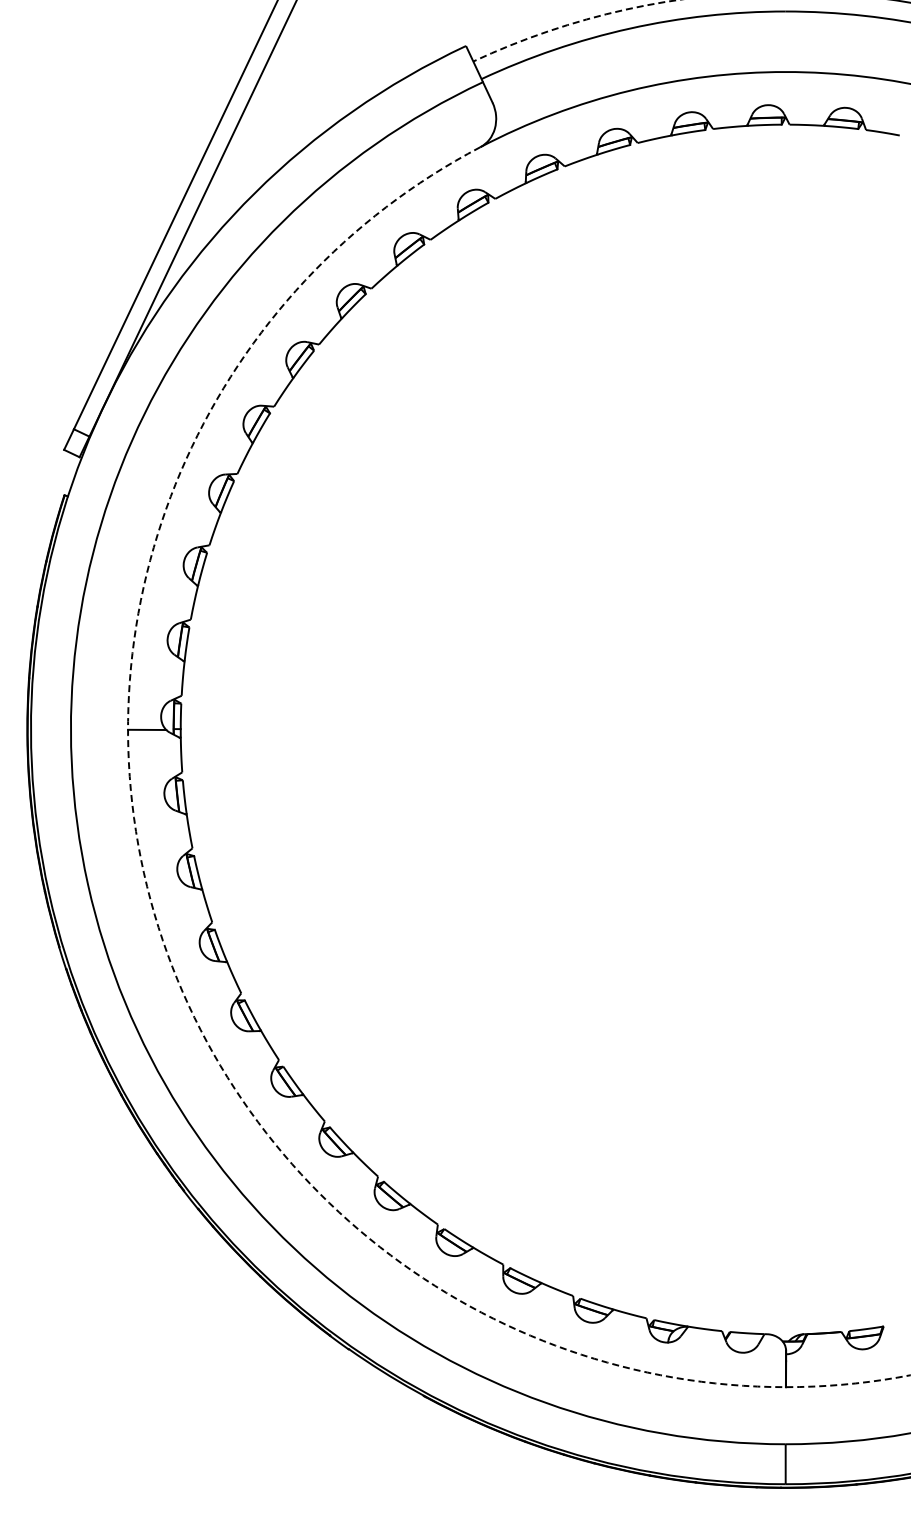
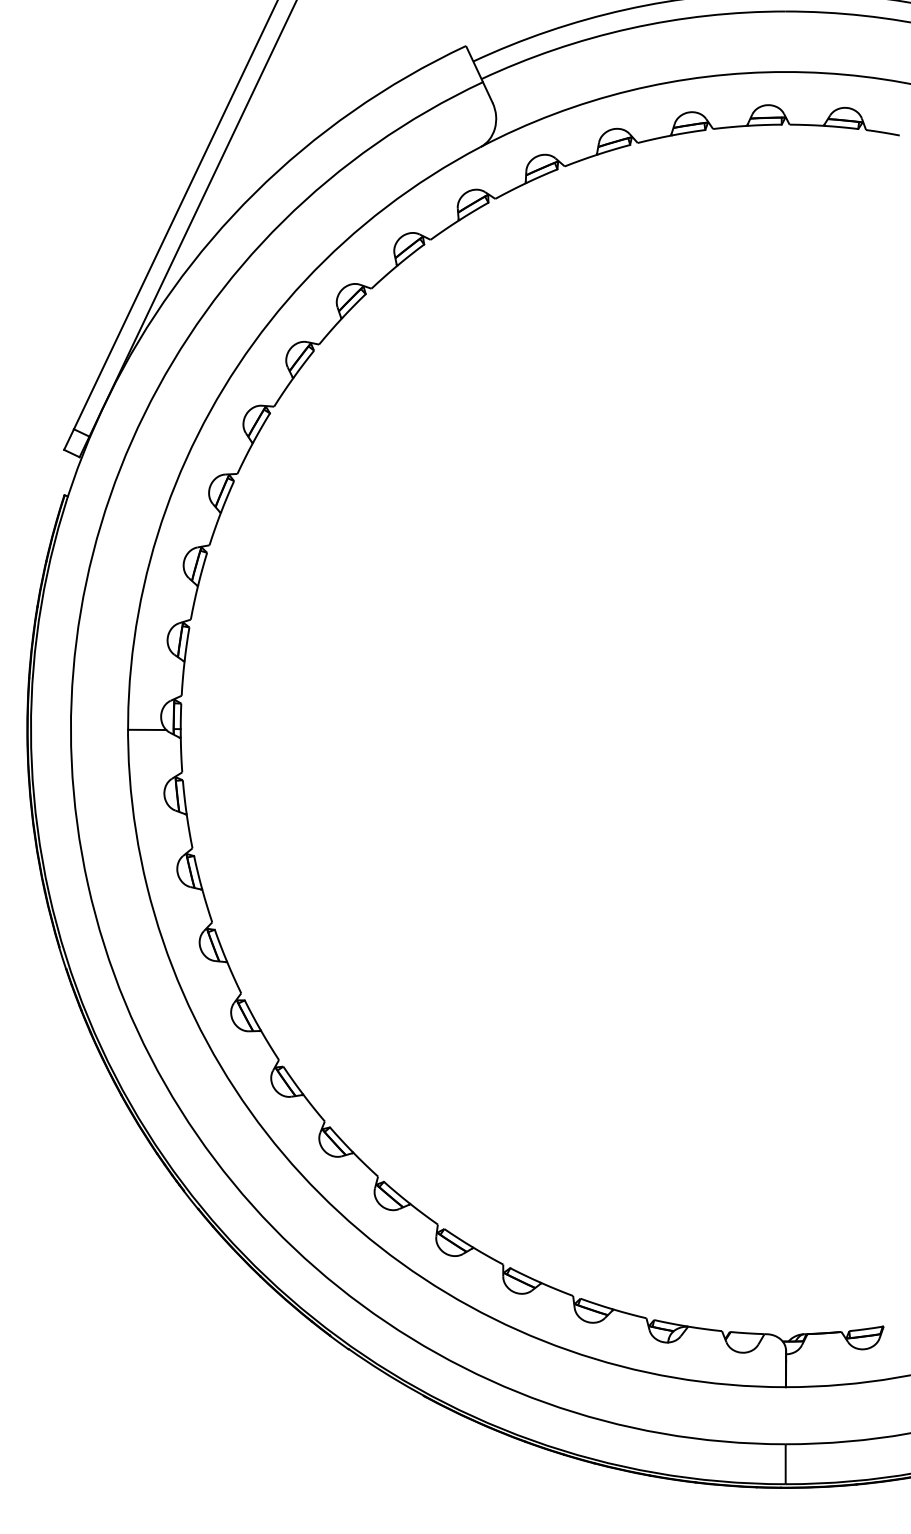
arc at (573, 23): dashed -> solid
arc at (164, 946): dashed -> solid
